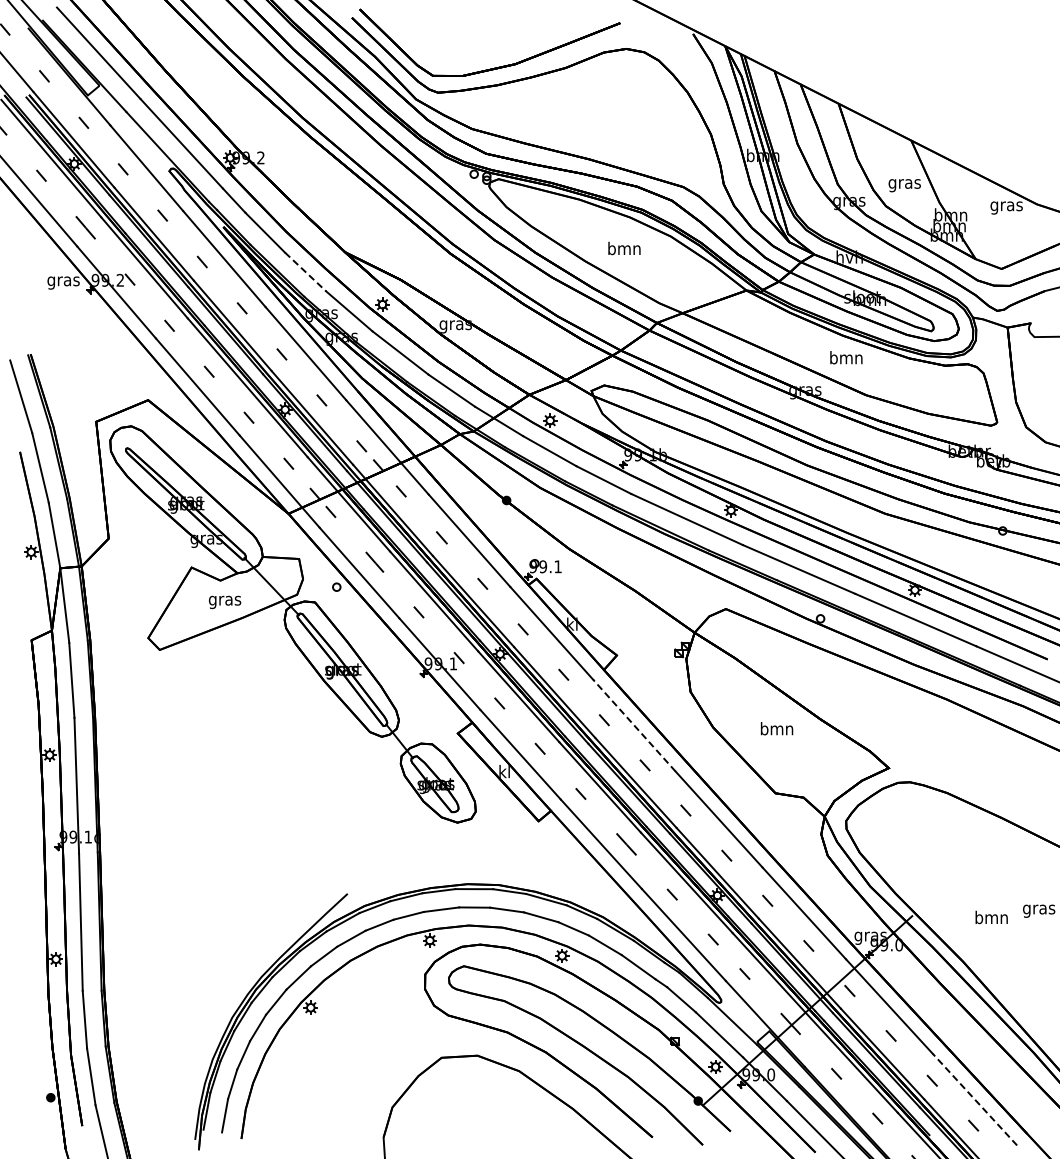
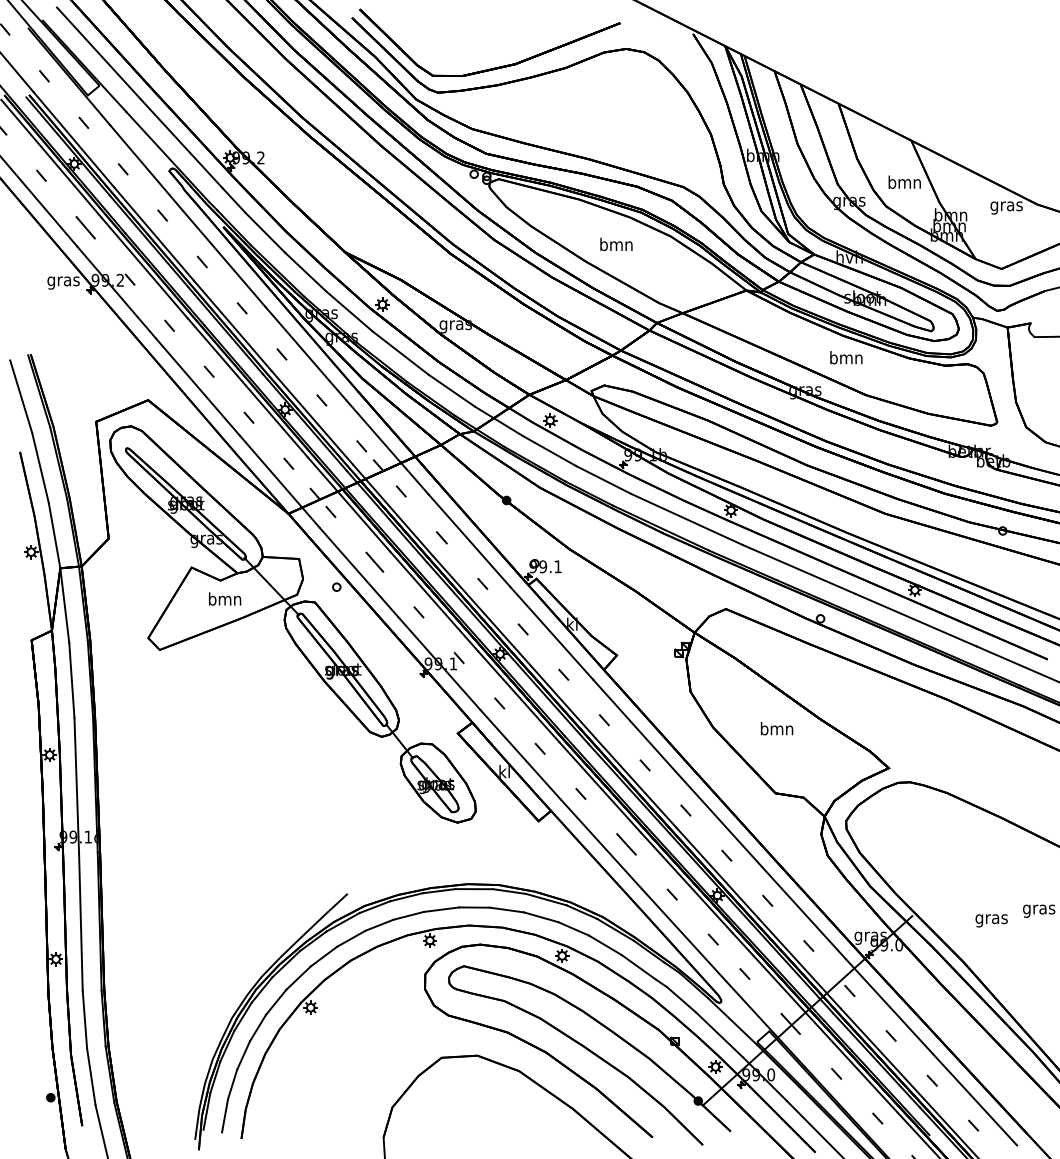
text at (904, 183): gras -> bmn
text at (624, 248) position: (624, 248) -> (616, 244)
line at (305, 272): dashed -> solid
text at (225, 600): gras -> bmn
line at (634, 725): dashed -> solid
text at (991, 918): bmn -> gras
line at (974, 1099): dashed -> solid
